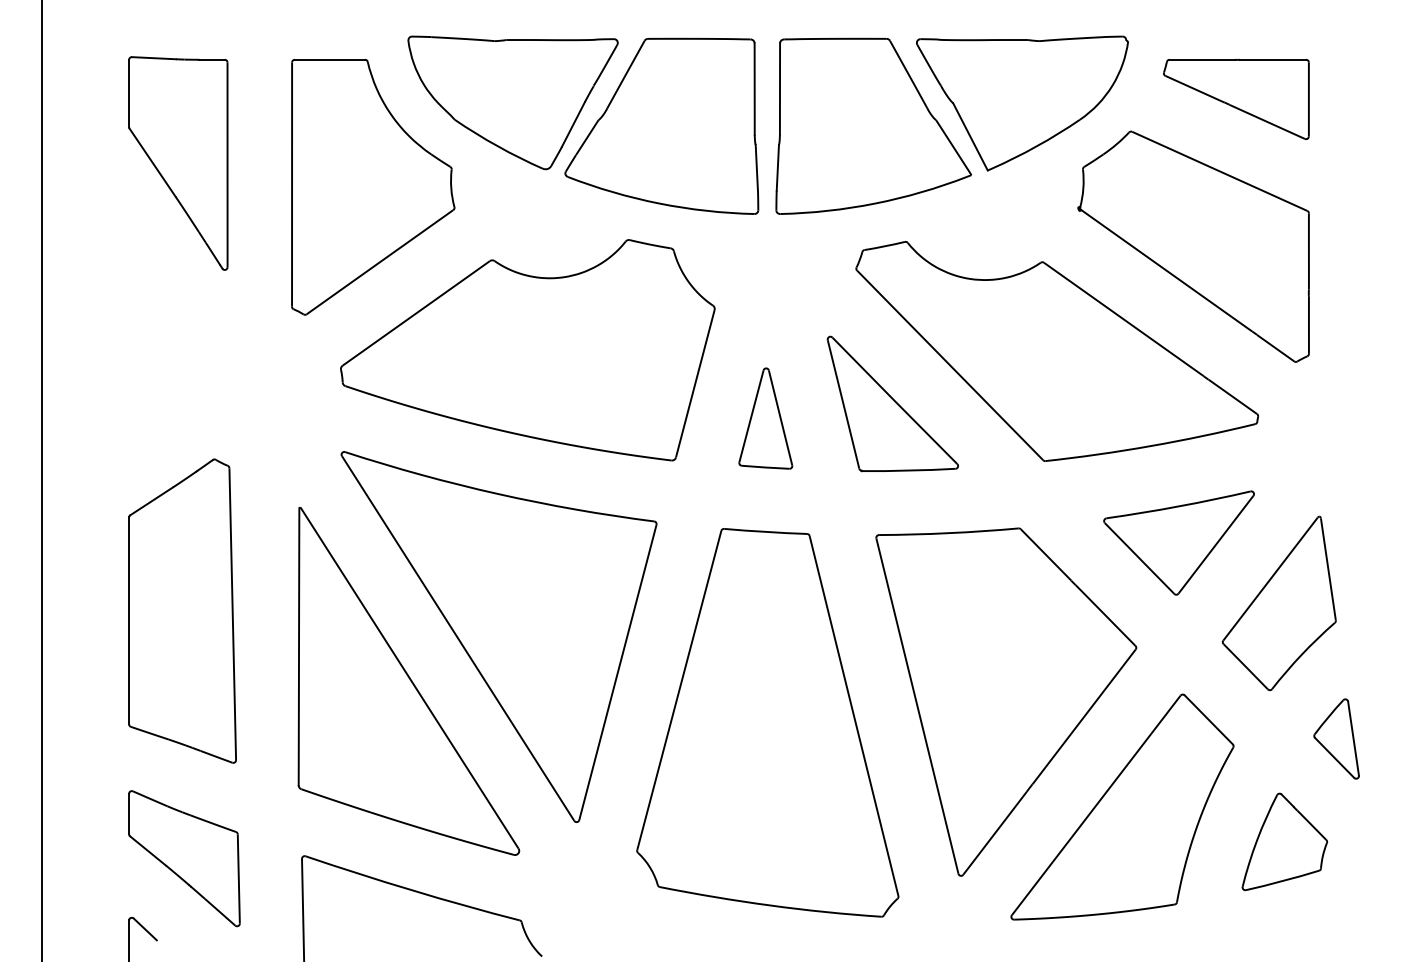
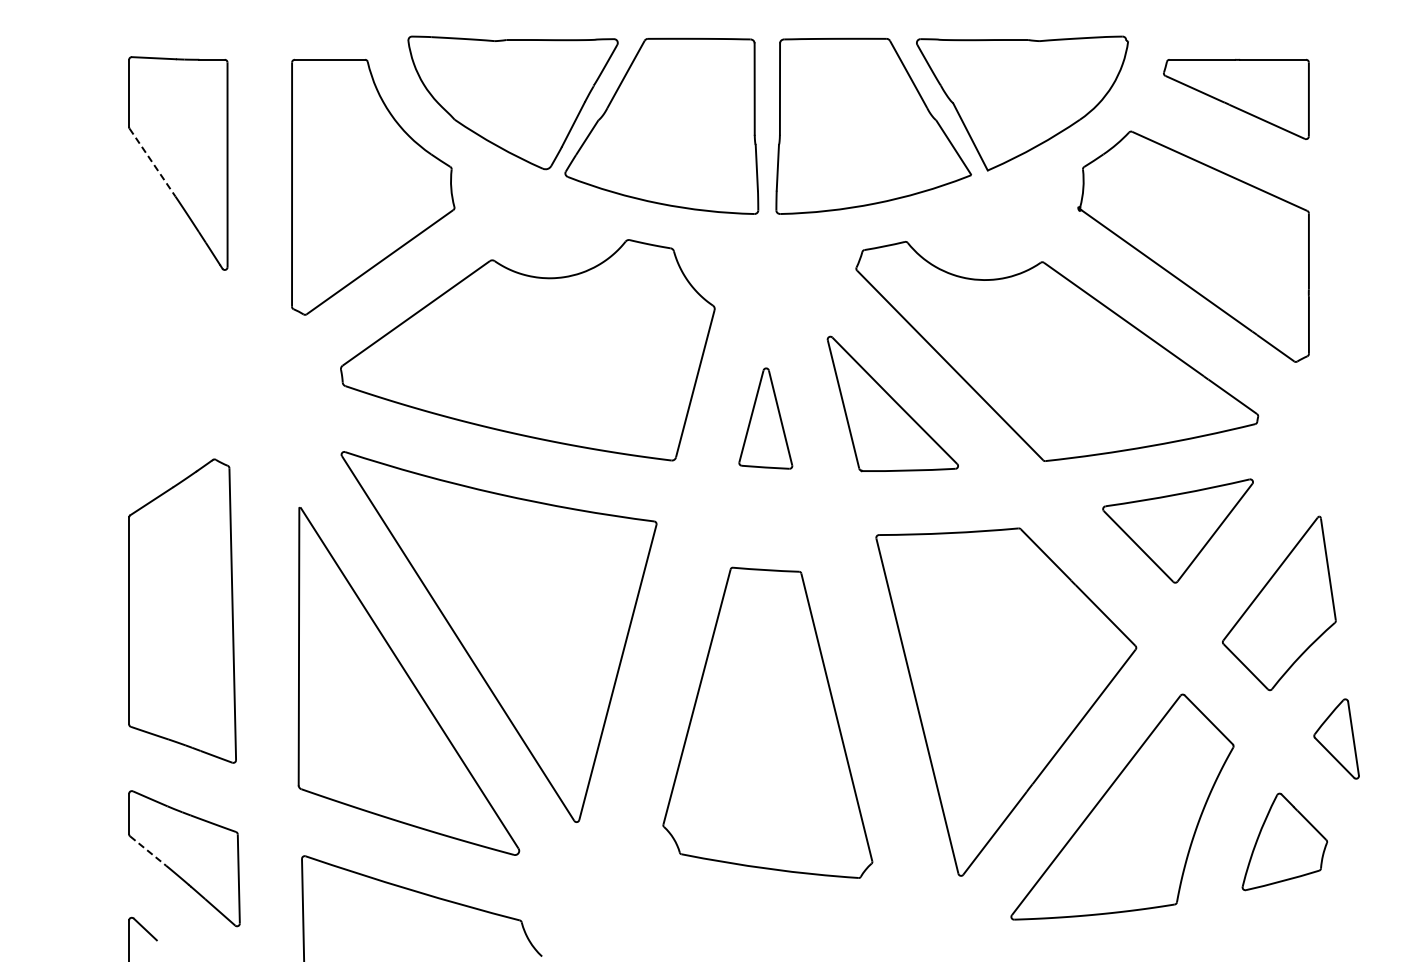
line at (152, 162): solid -> dashed
line at (42, 480): present -> none
part at (1178, 542) position: (1178, 542) -> (1177, 530)
part at (767, 722) size: 264x390 px -> 212x313 px
line at (148, 851): solid -> dashed
